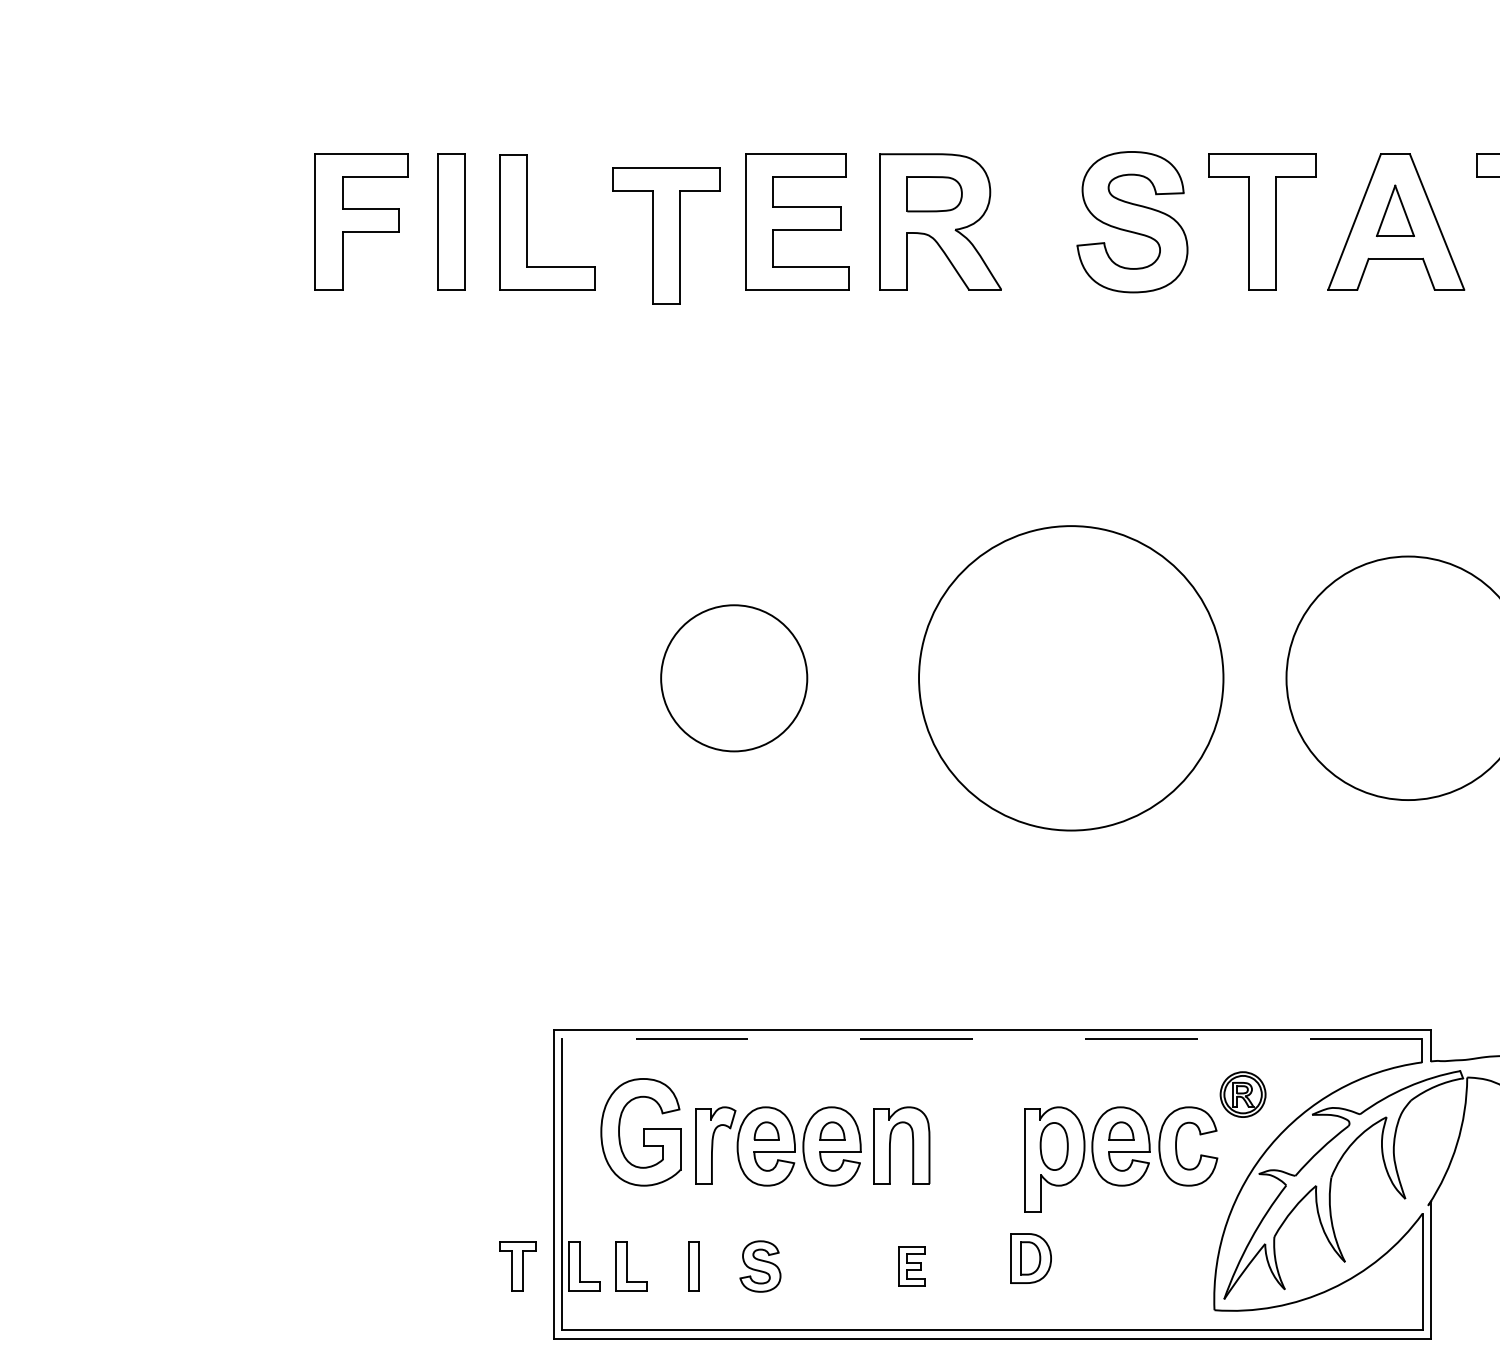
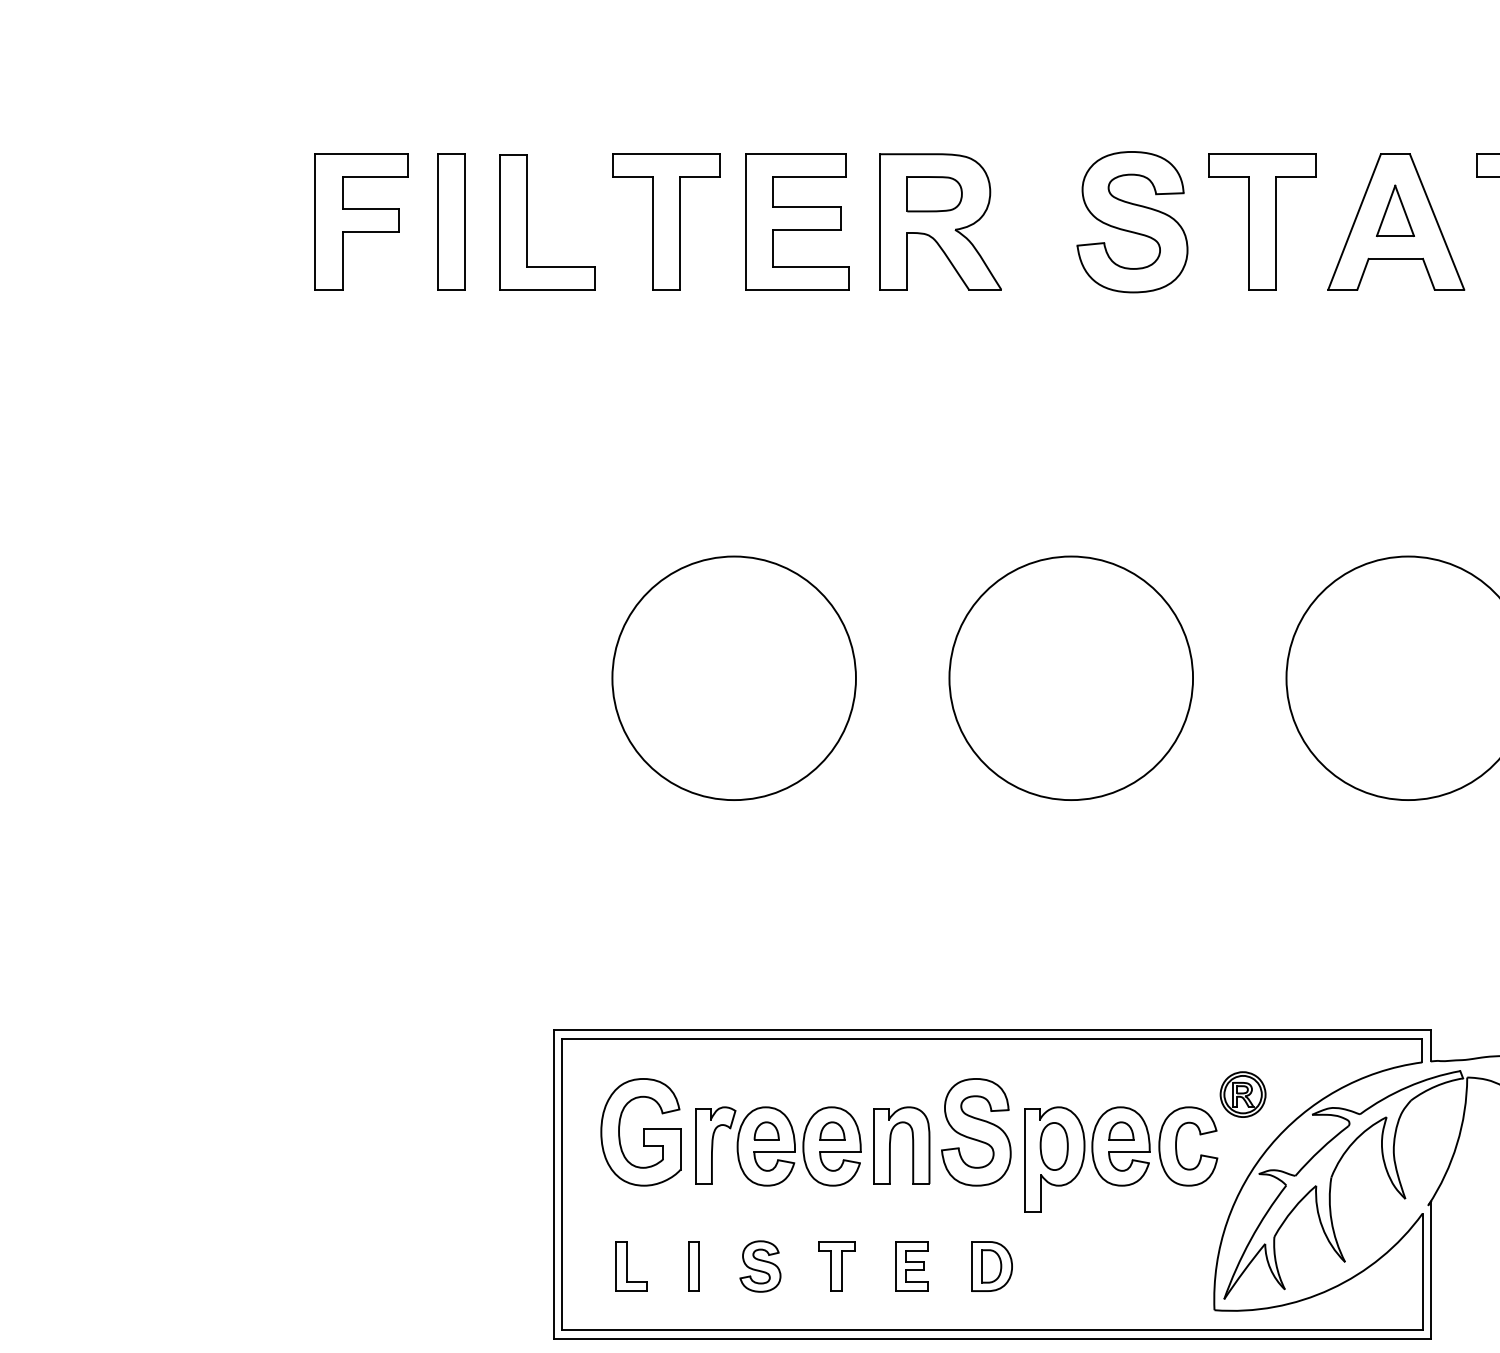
part at (666, 235) position: (666, 235) -> (666, 221)
circle at (734, 678) diameter: 146 px -> 244 px
circle at (1071, 678) diameter: 304 px -> 244 px
line at (992, 1038): dashed -> solid
part at (976, 1132): none -> present
part at (1030, 1258) position: (1030, 1258) -> (991, 1266)
part at (517, 1266) position: (517, 1266) -> (836, 1266)
part at (584, 1266): present -> none
part at (911, 1266) size: 28x41 px -> 34x51 px
